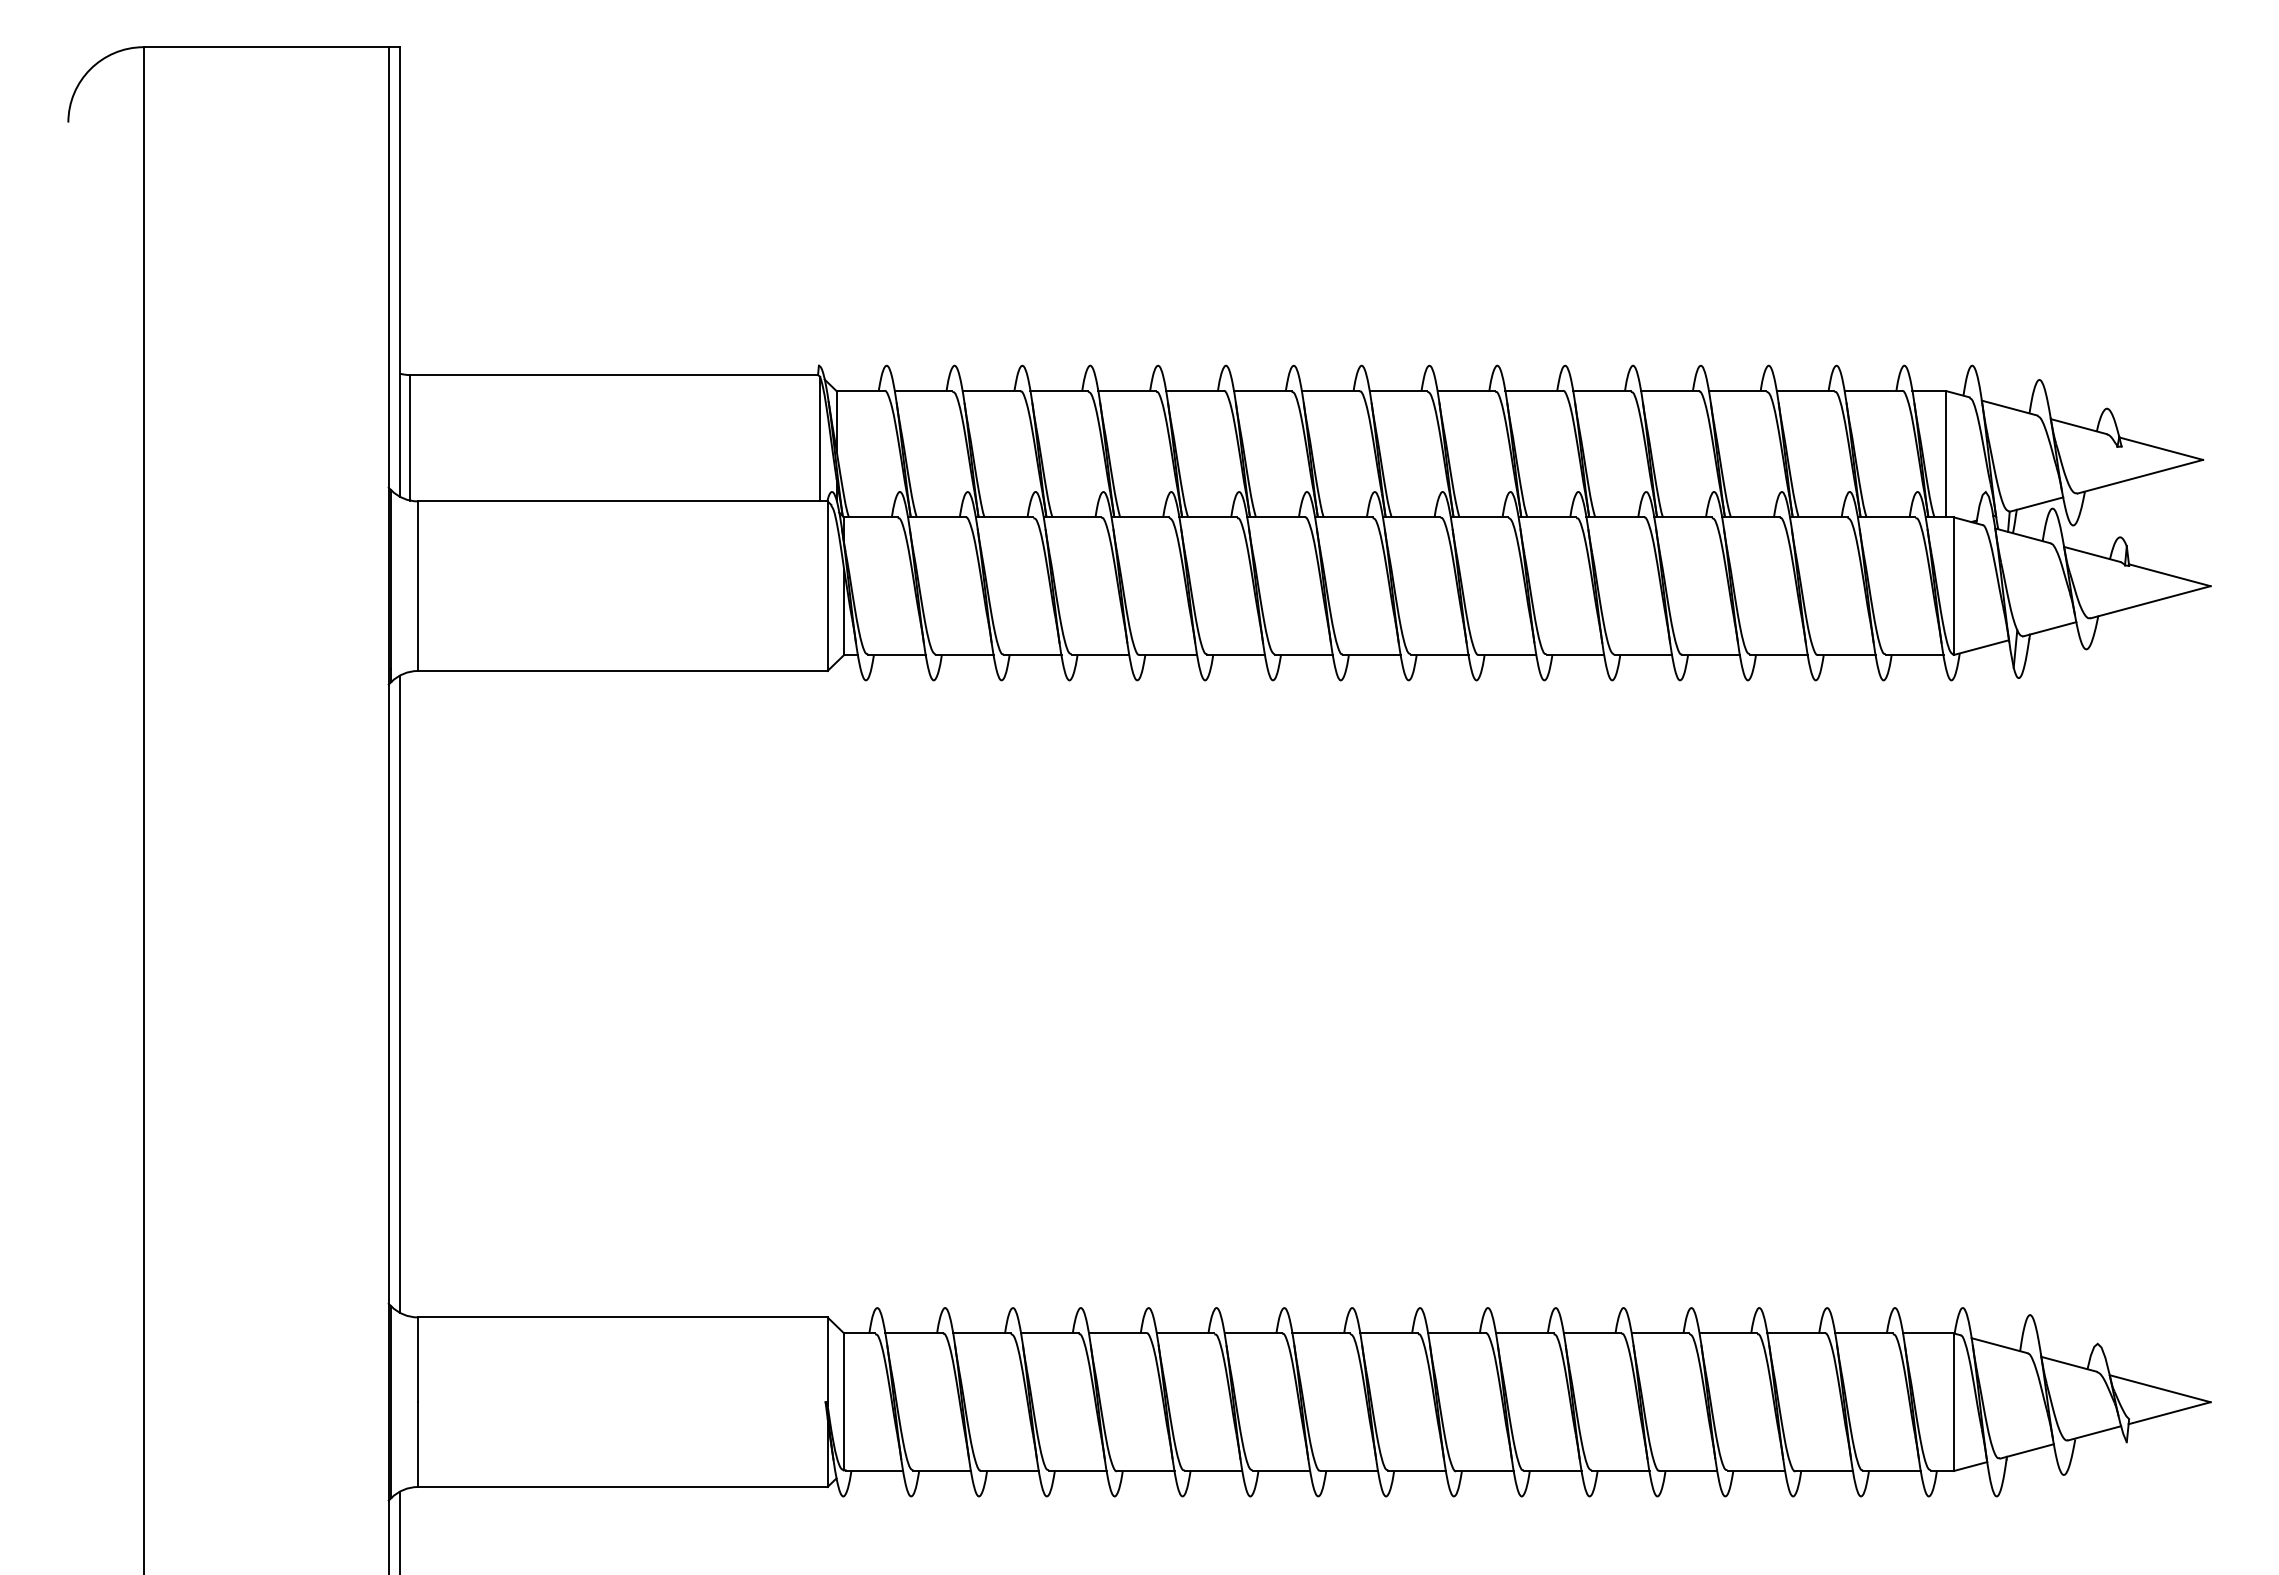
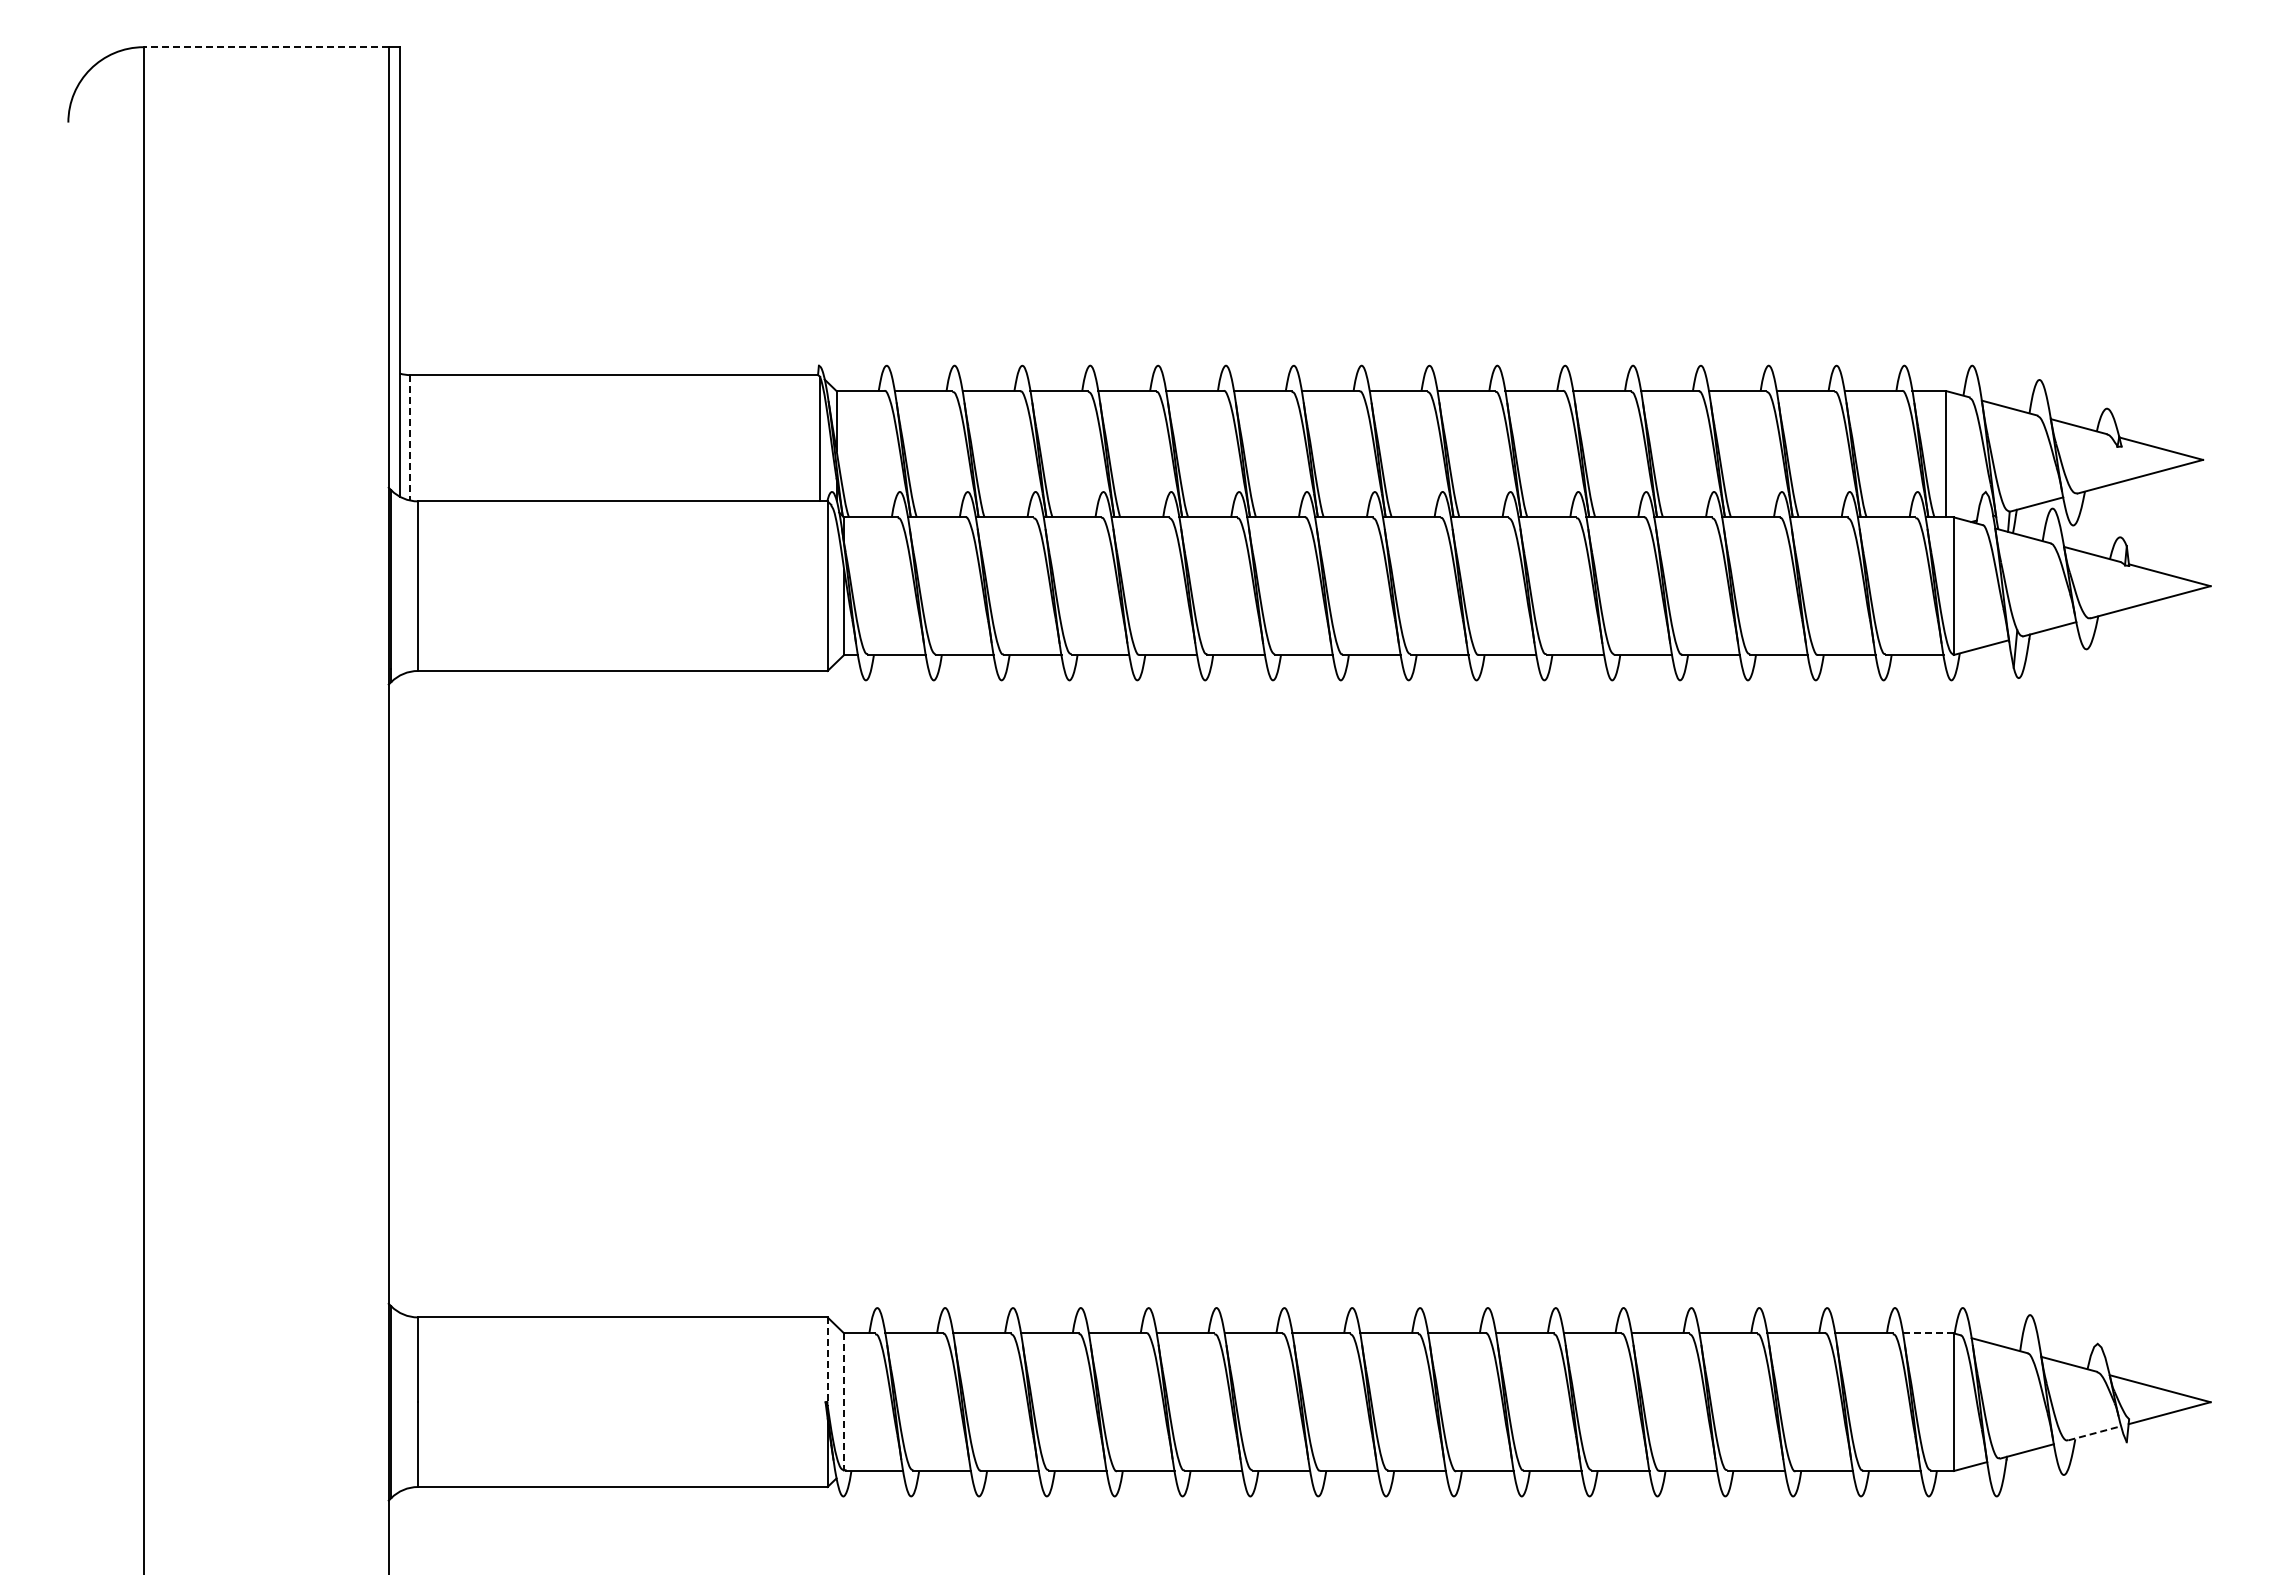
line at (265, 47): solid -> dashed
line at (410, 437): solid -> dashed
line at (400, 993): present -> none
line at (1927, 1333): solid -> dashed
line at (827, 1361): solid -> dashed
line at (844, 1402): solid -> dashed
line at (2095, 1433): solid -> dashed
line at (400, 1531): present -> none
